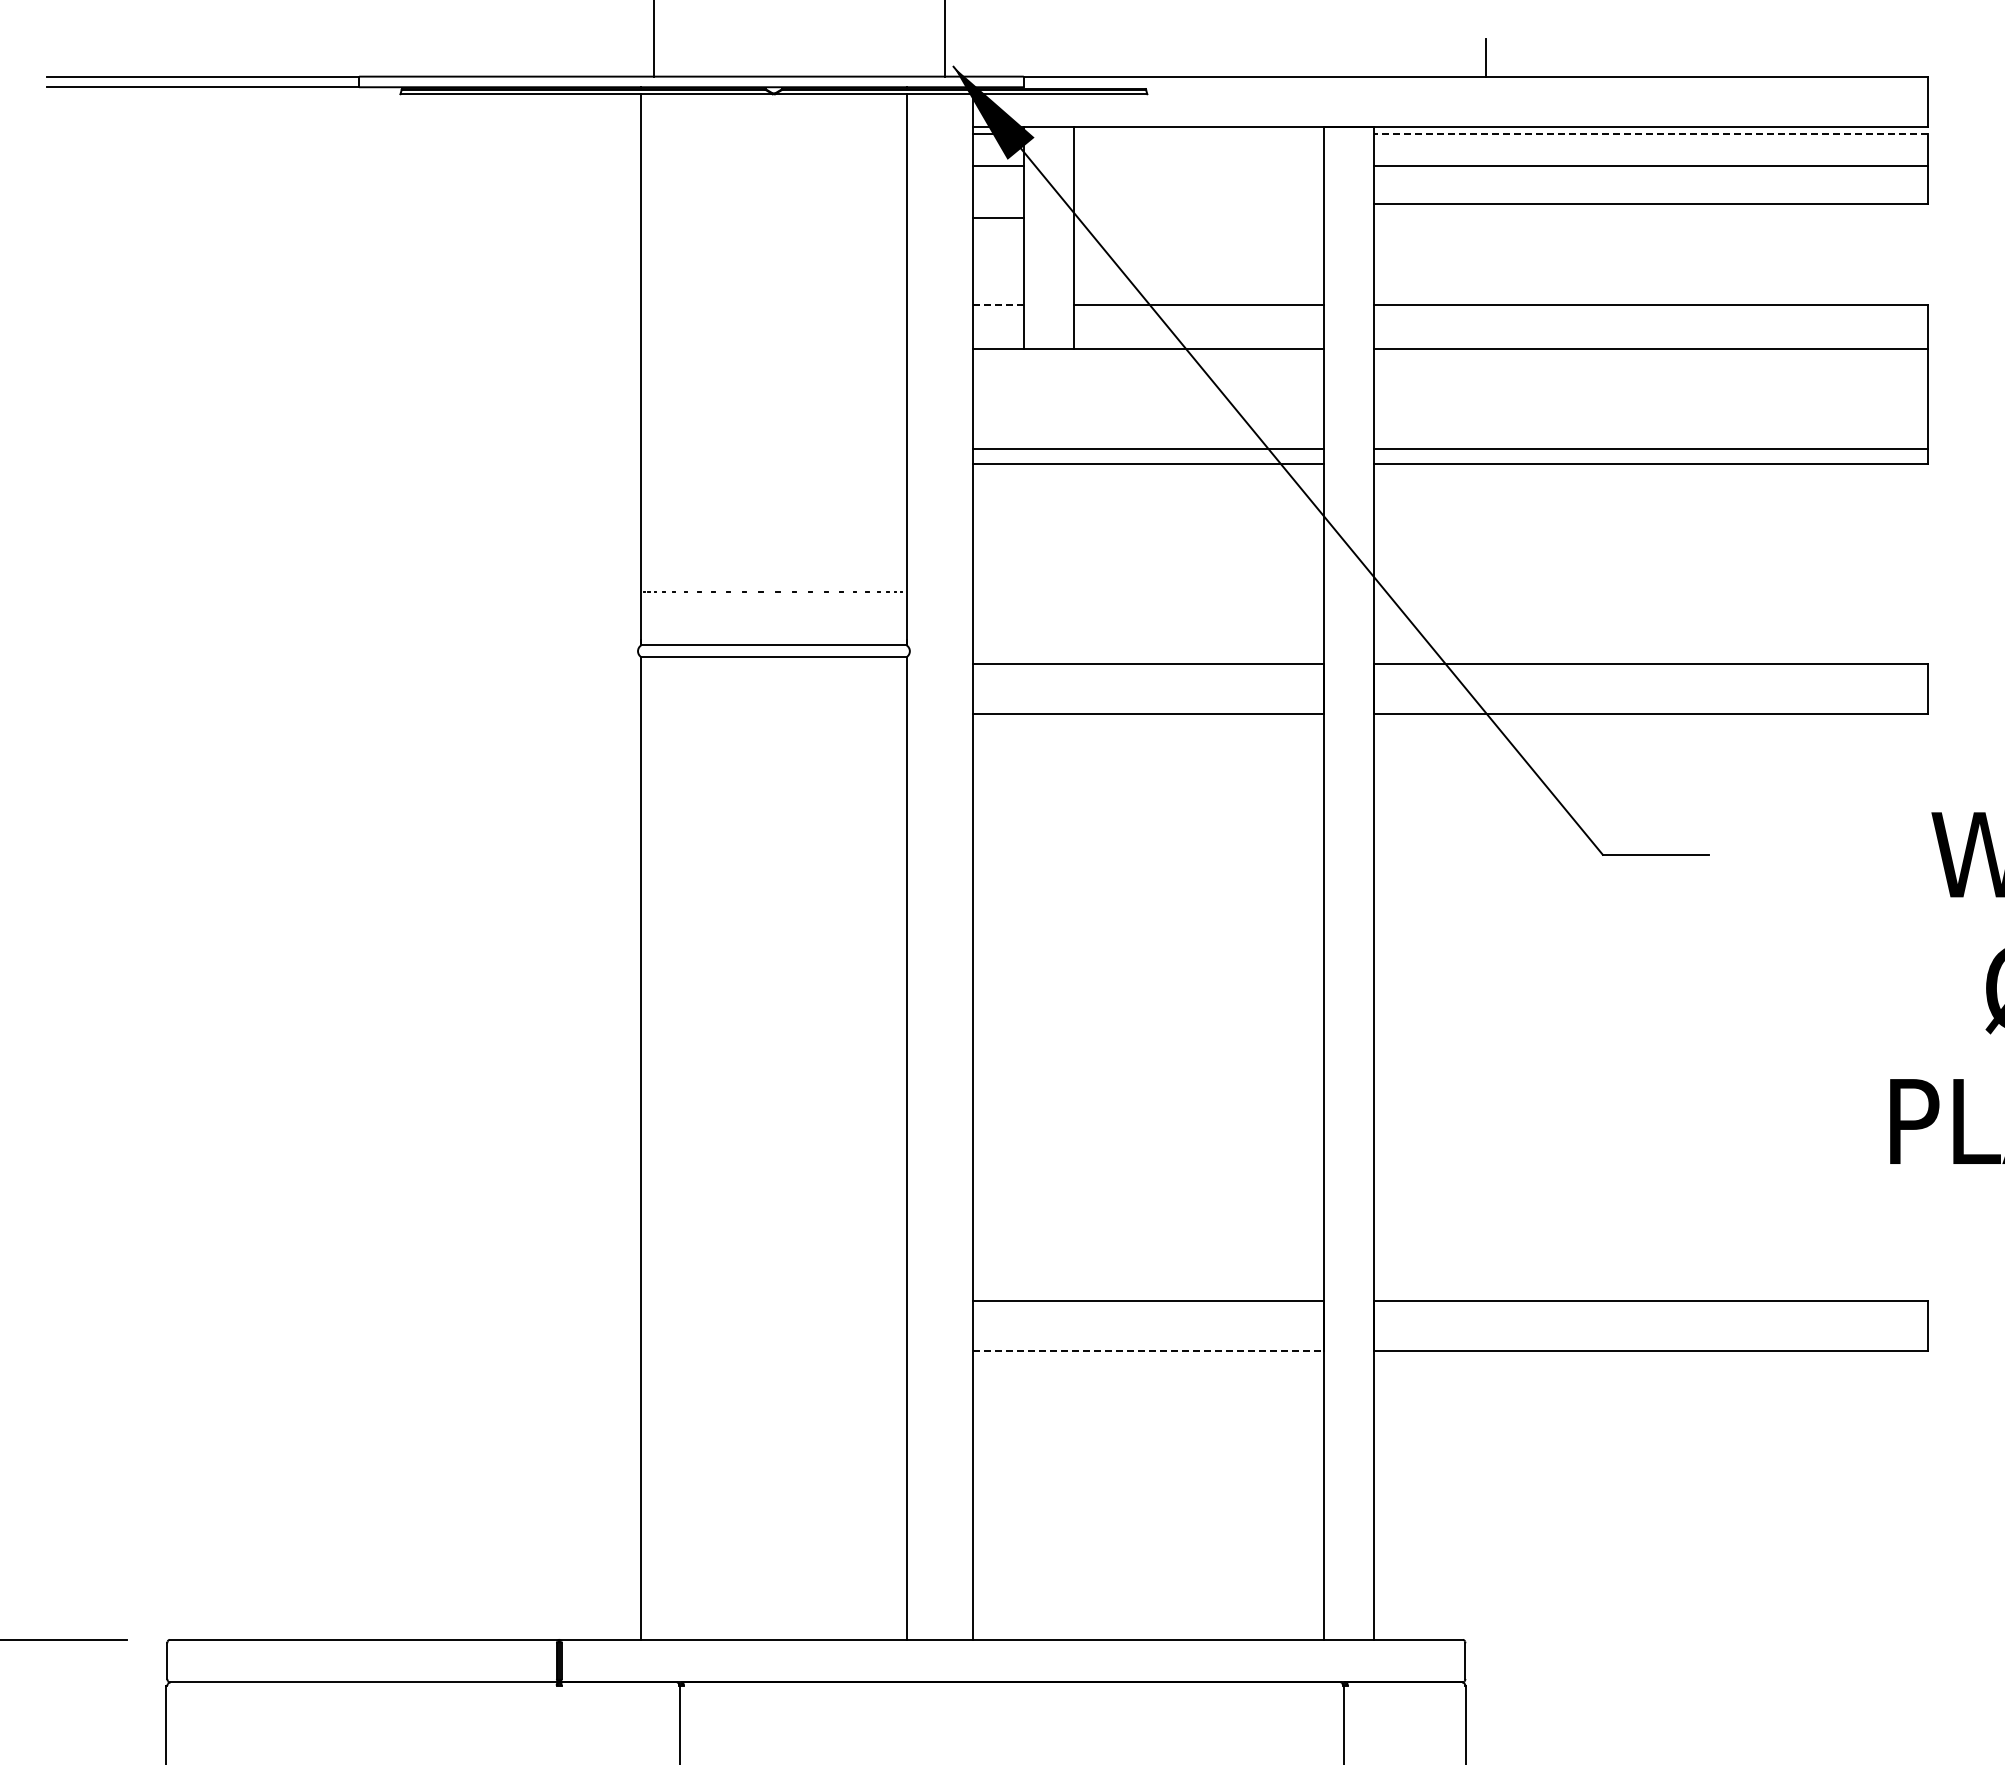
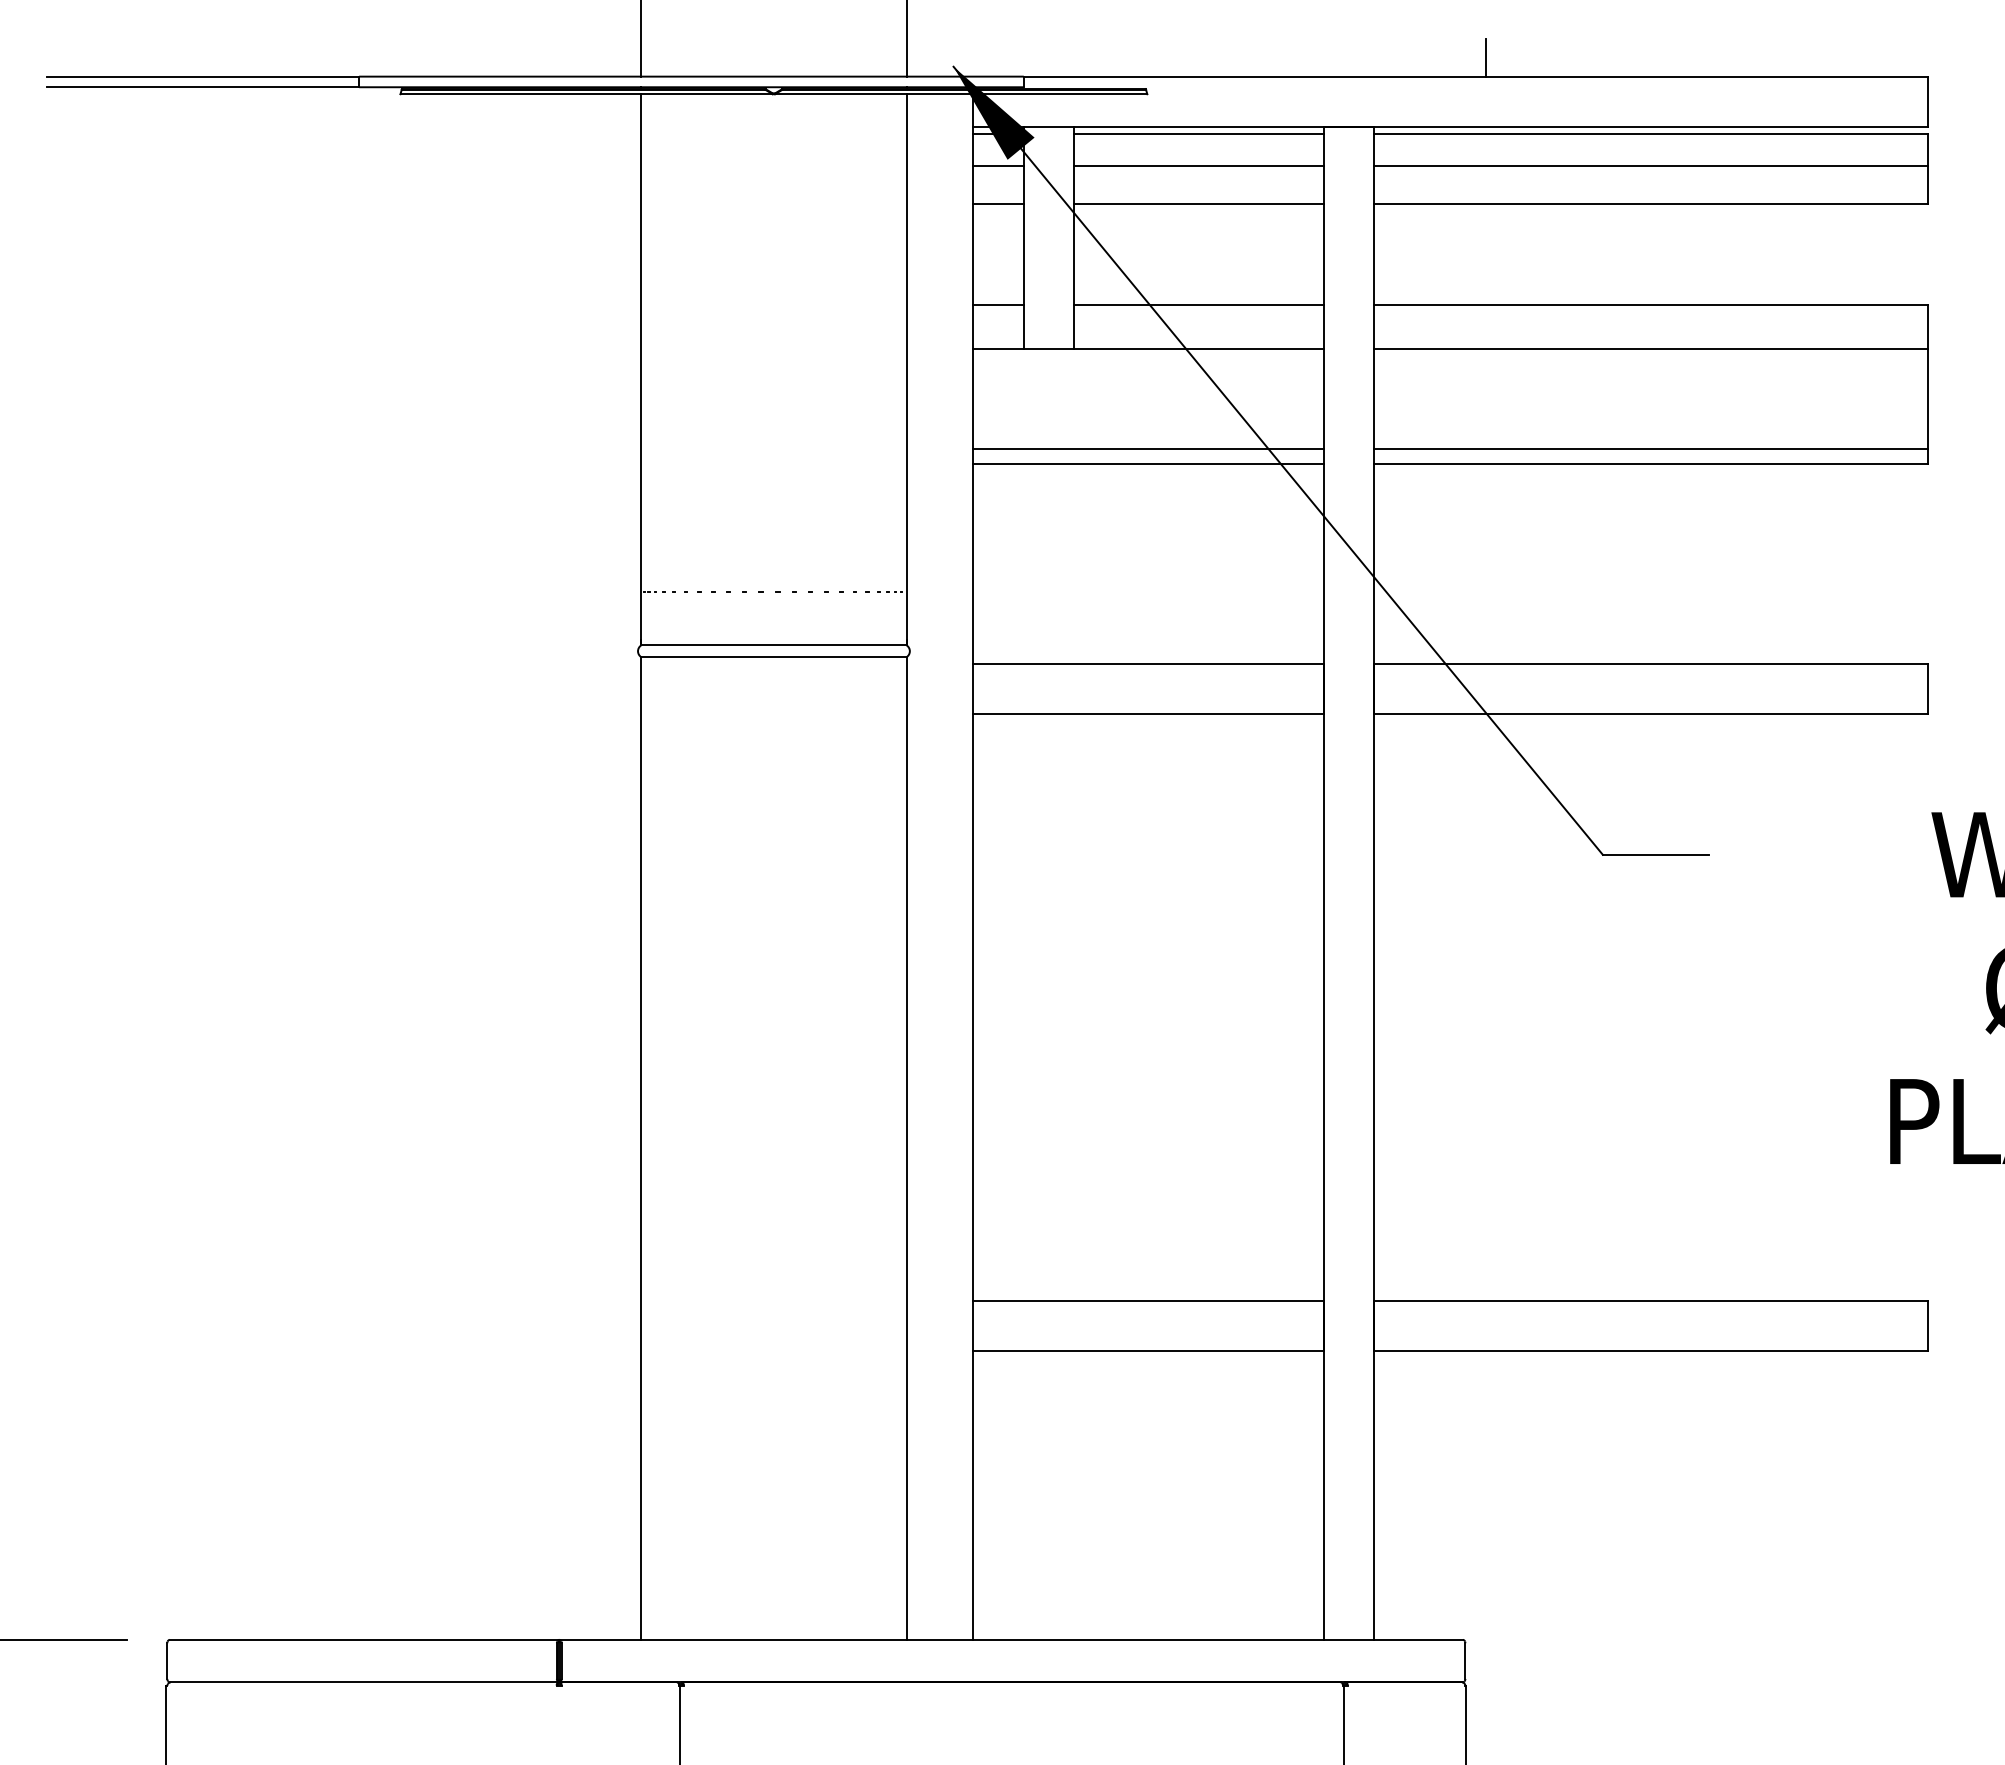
line at (654, 39) position: (654, 39) -> (641, 39)
line at (944, 39) position: (944, 39) -> (906, 39)
line at (1198, 134): none -> present
line at (1650, 134): dashed -> solid
line at (1198, 166): none -> present
line at (1198, 203): none -> present
line at (998, 217) position: (998, 217) -> (998, 203)
line at (999, 305): dashed -> solid
line at (1149, 1351): dashed -> solid
